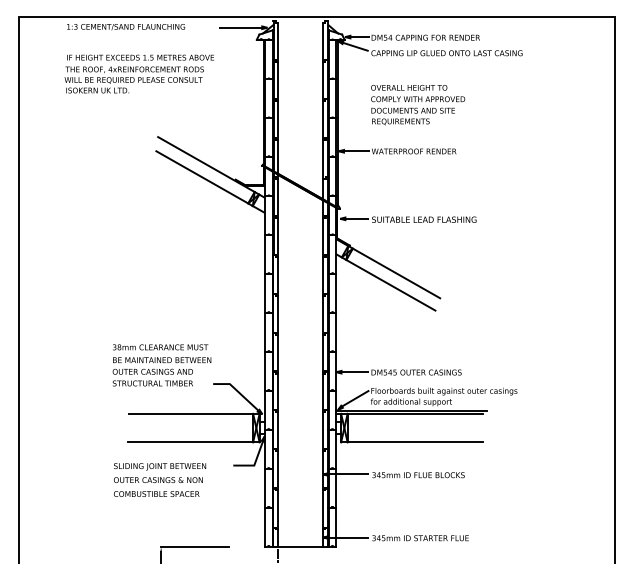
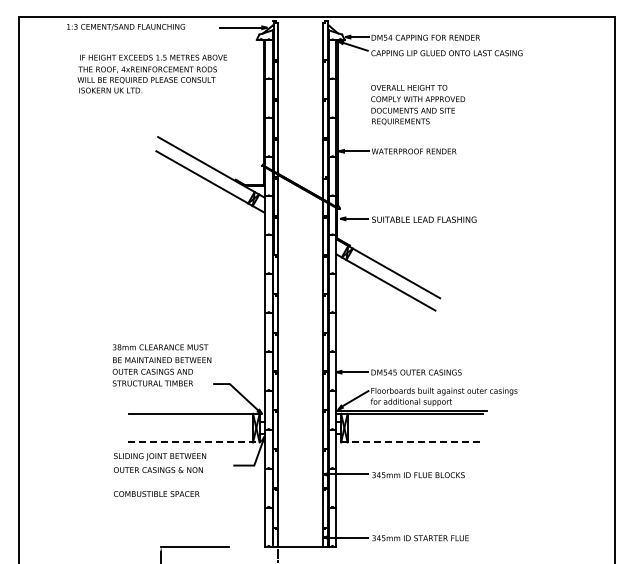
text at (138, 73) position: (138, 73) -> (151, 73)
line at (193, 442): solid -> dashed
line at (411, 442): solid -> dashed
text at (160, 472) position: (160, 472) -> (160, 462)
